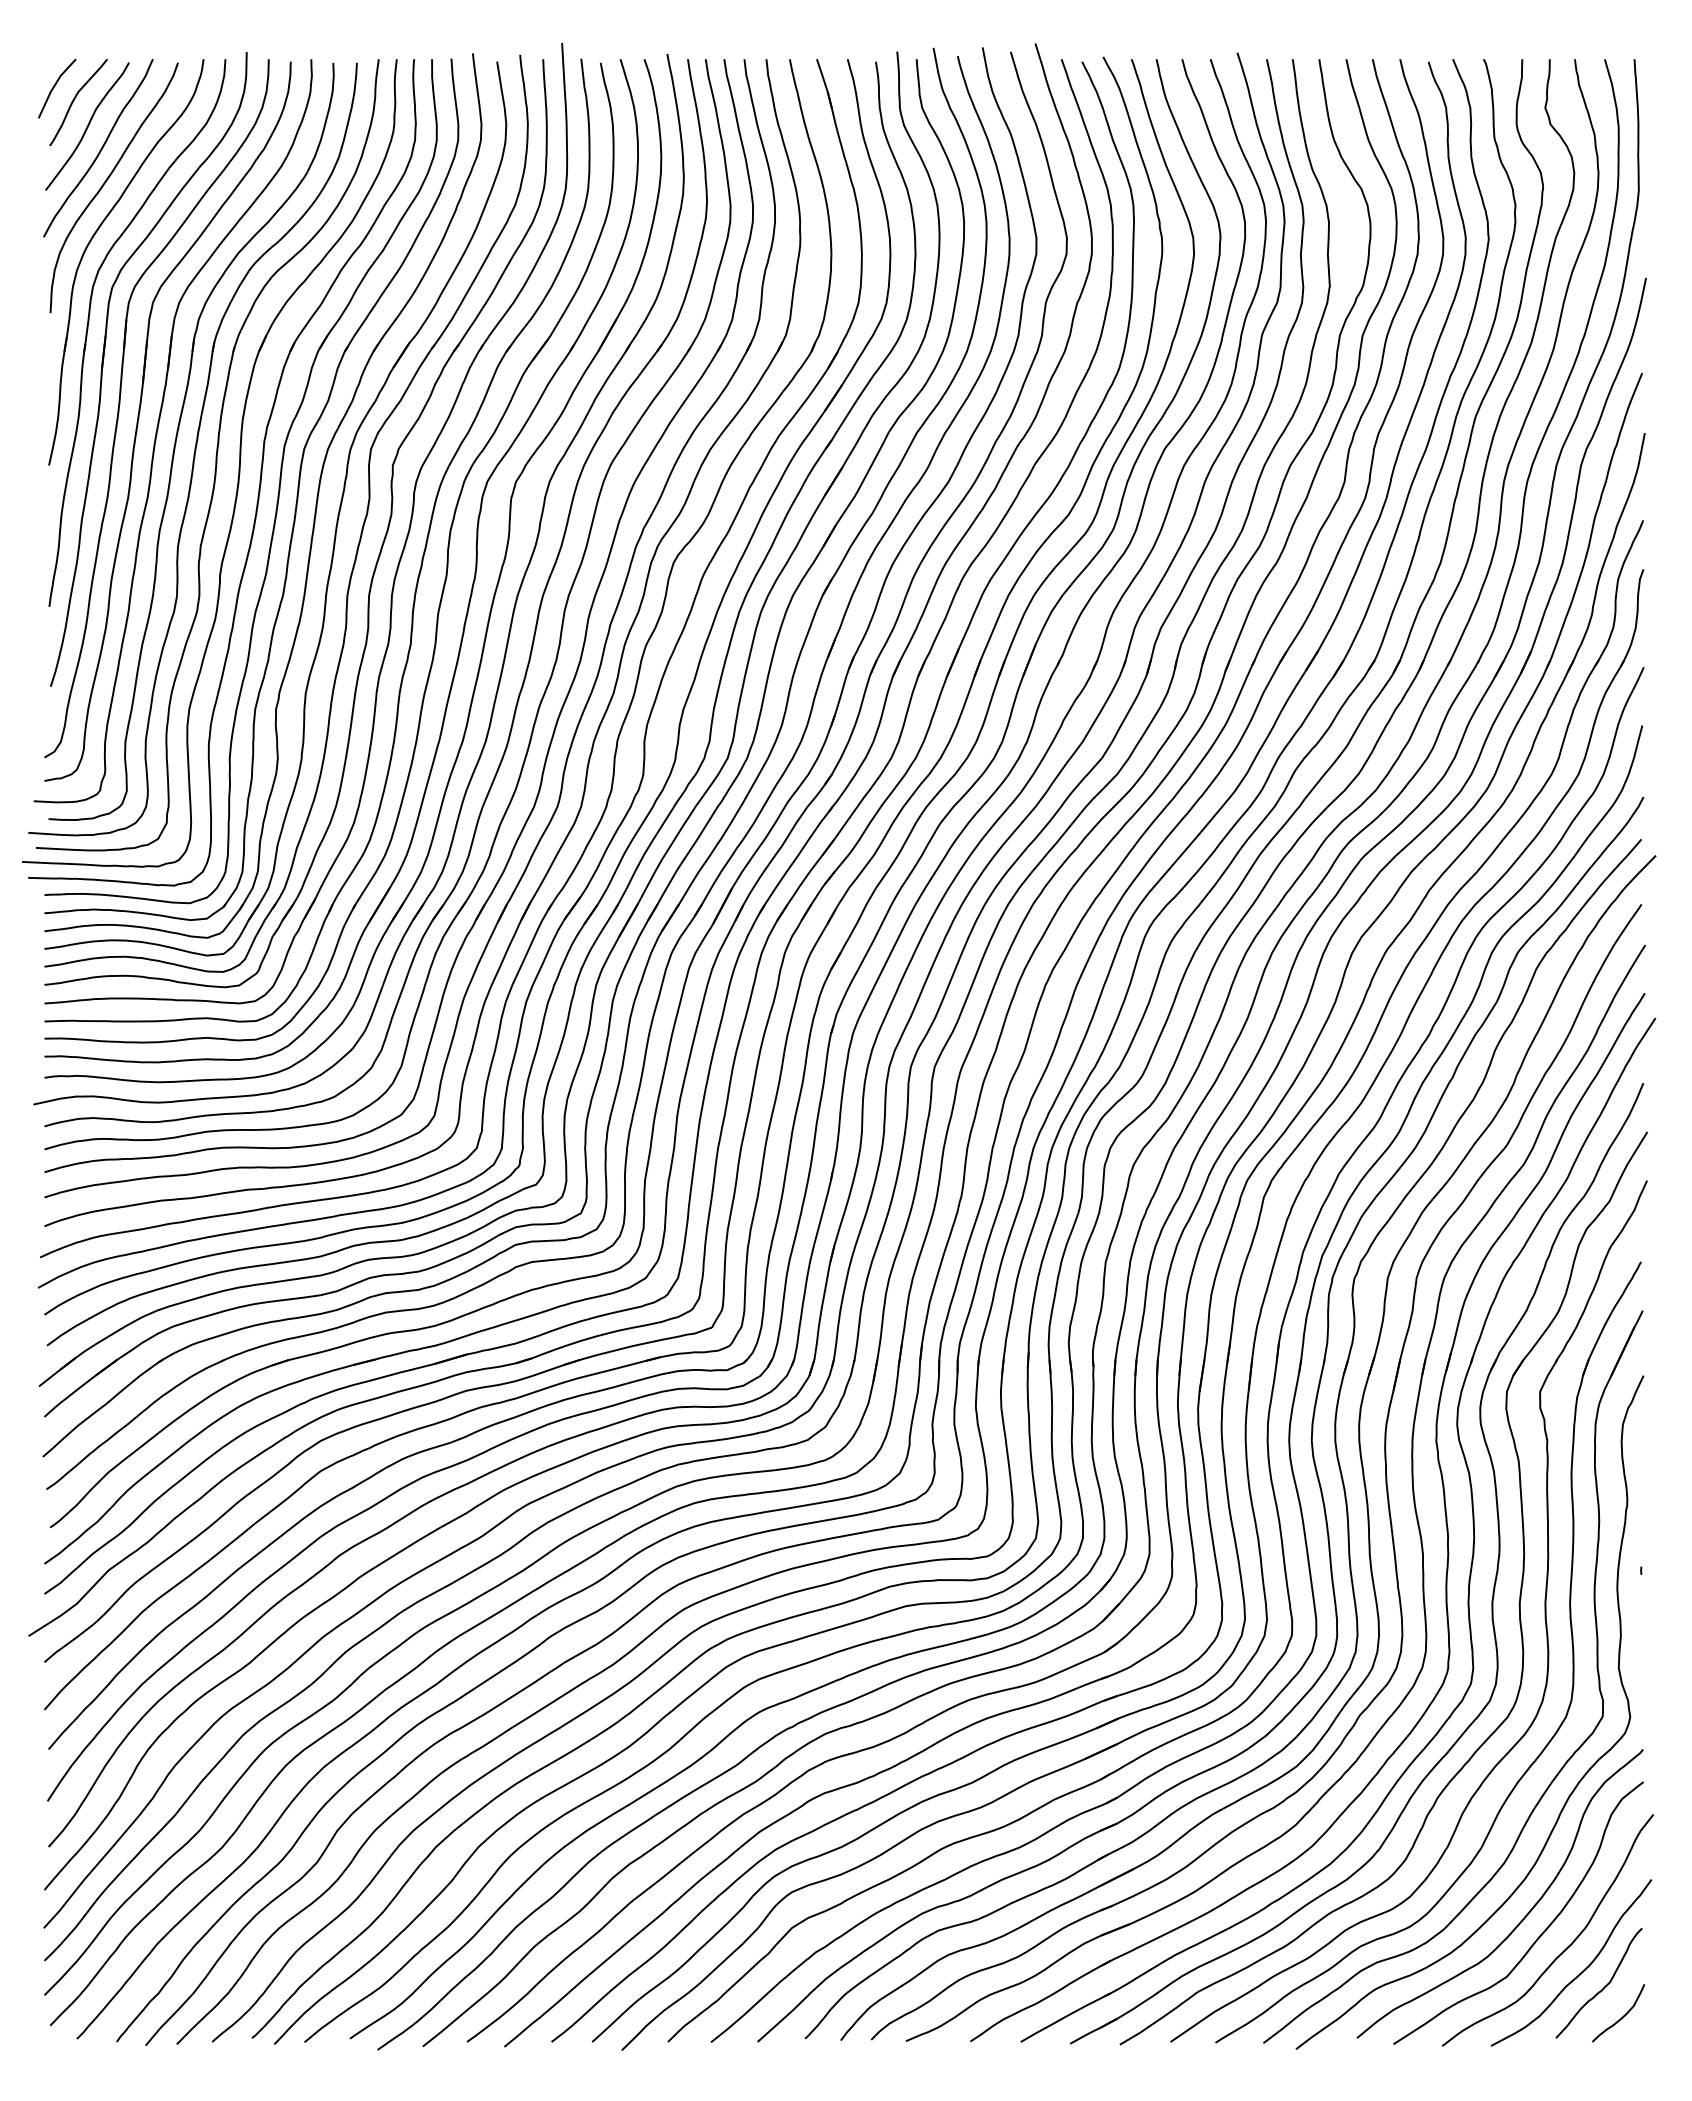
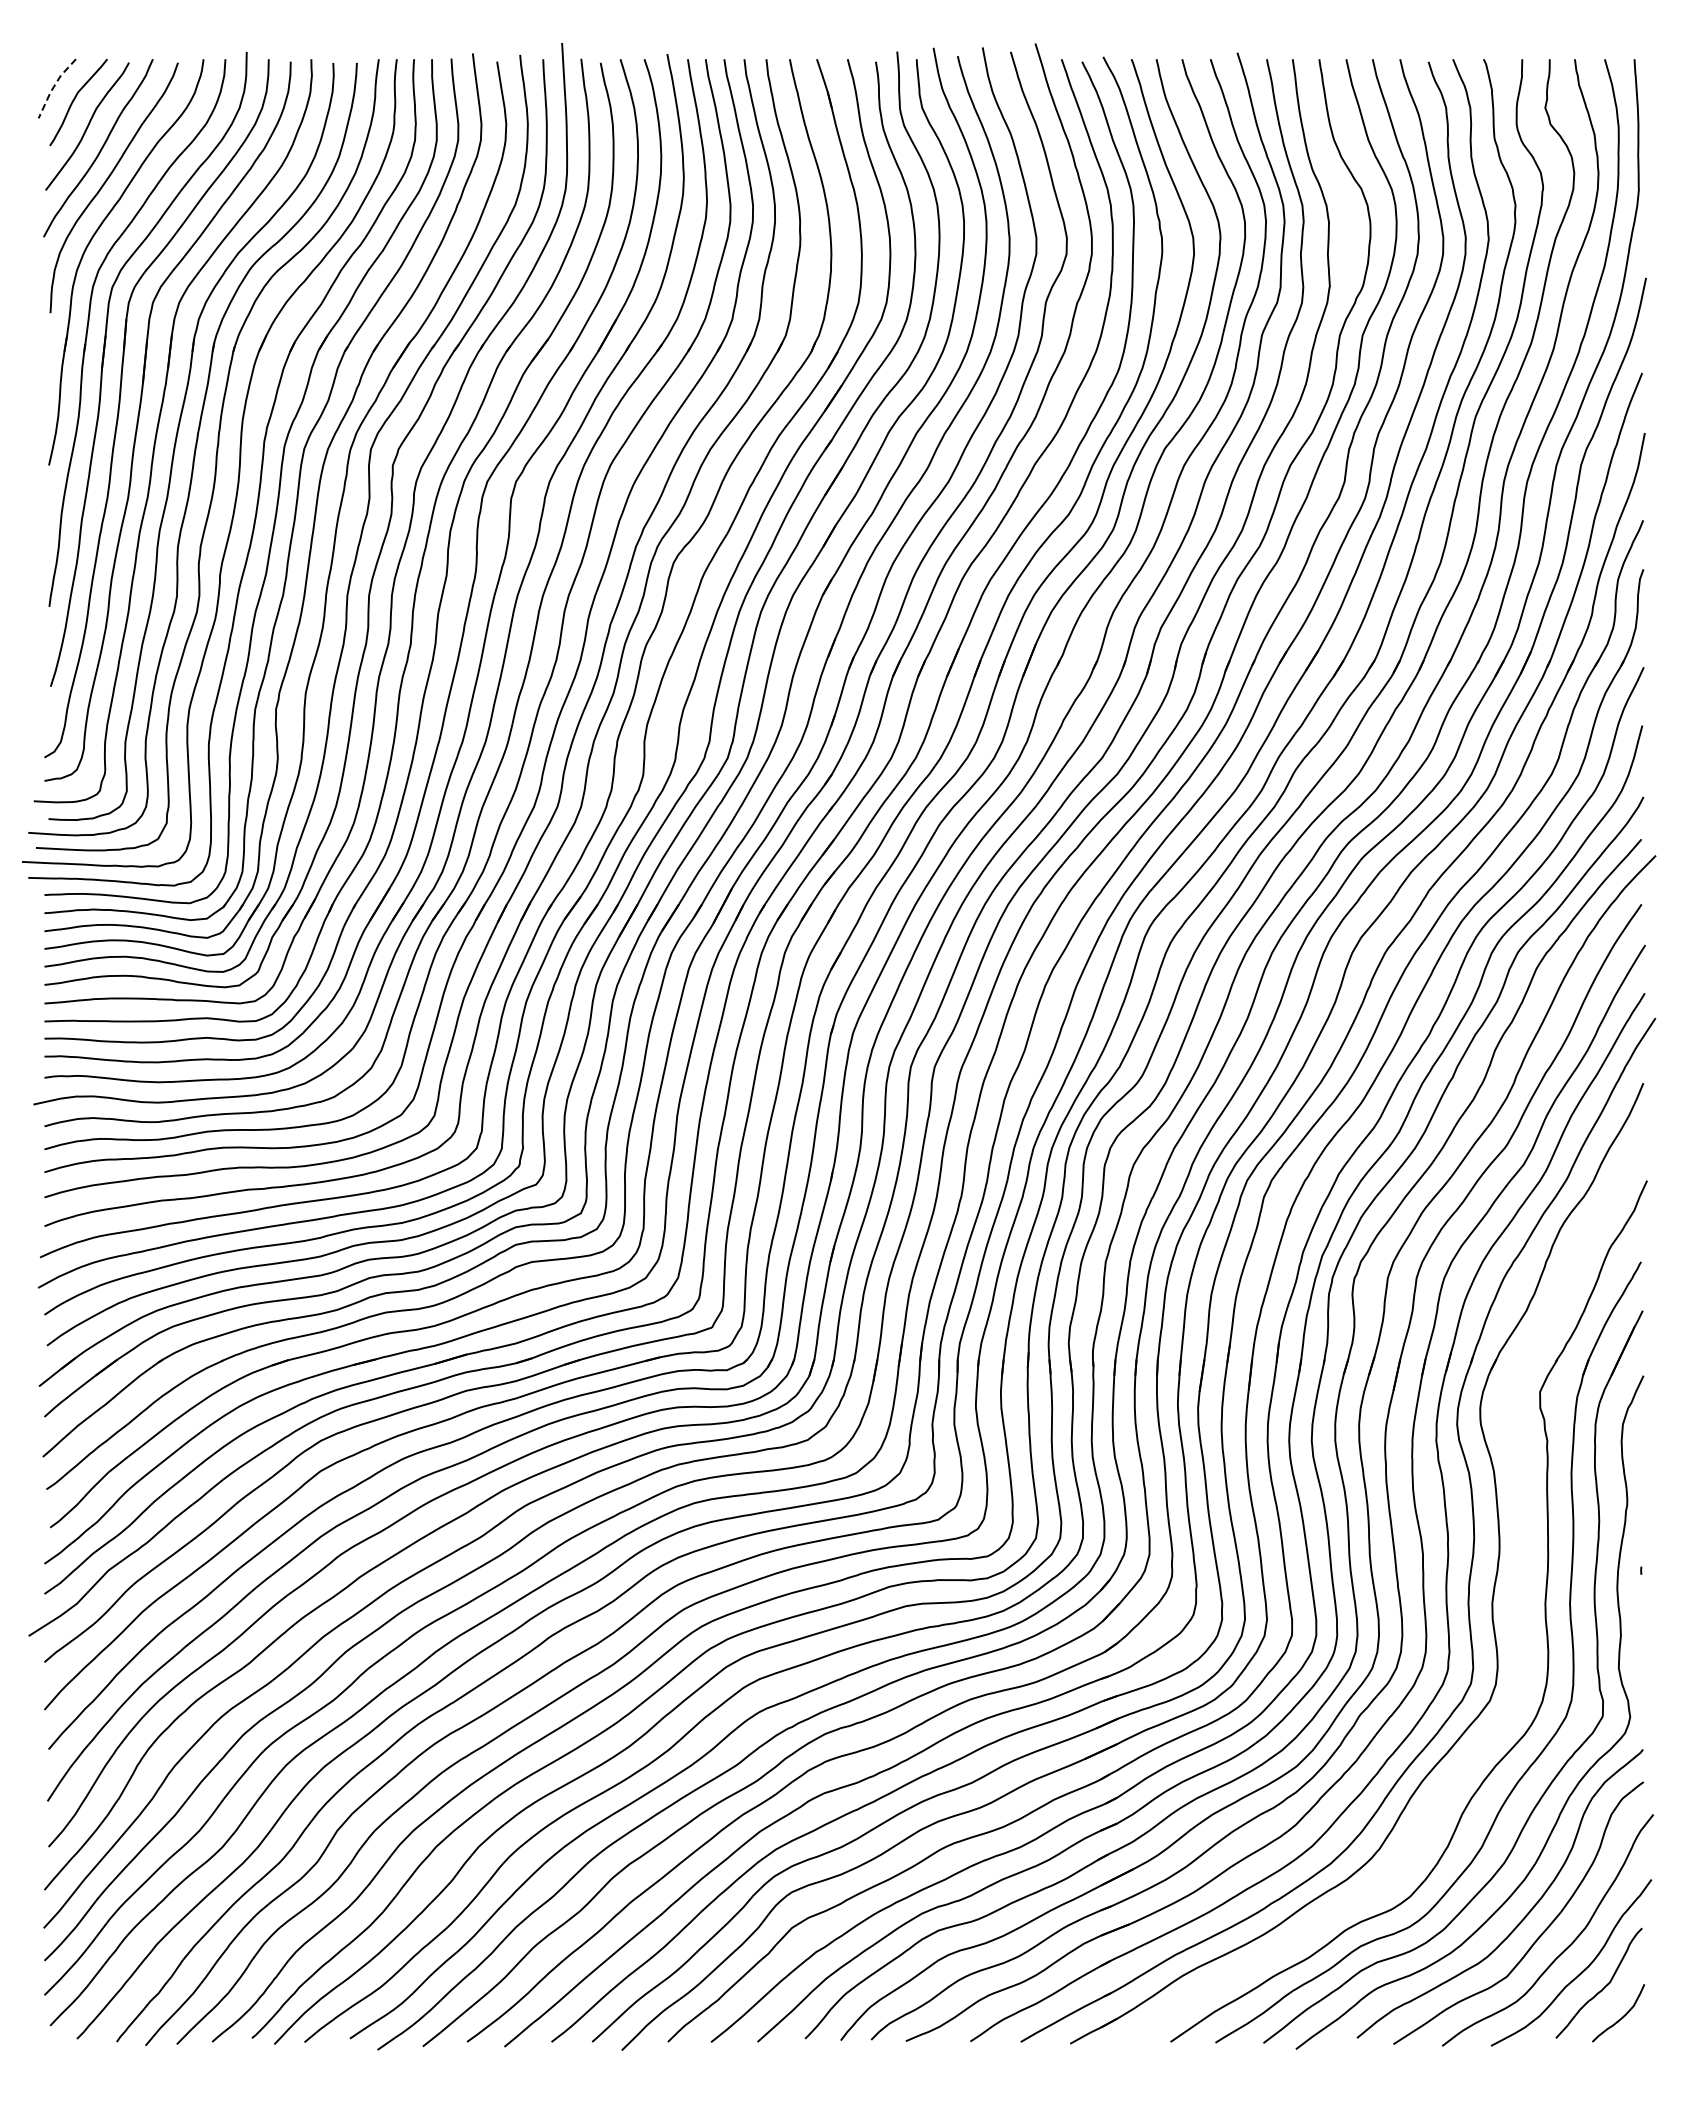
line at (54, 86): solid -> dashed
part at (1518, 1602): present -> none
